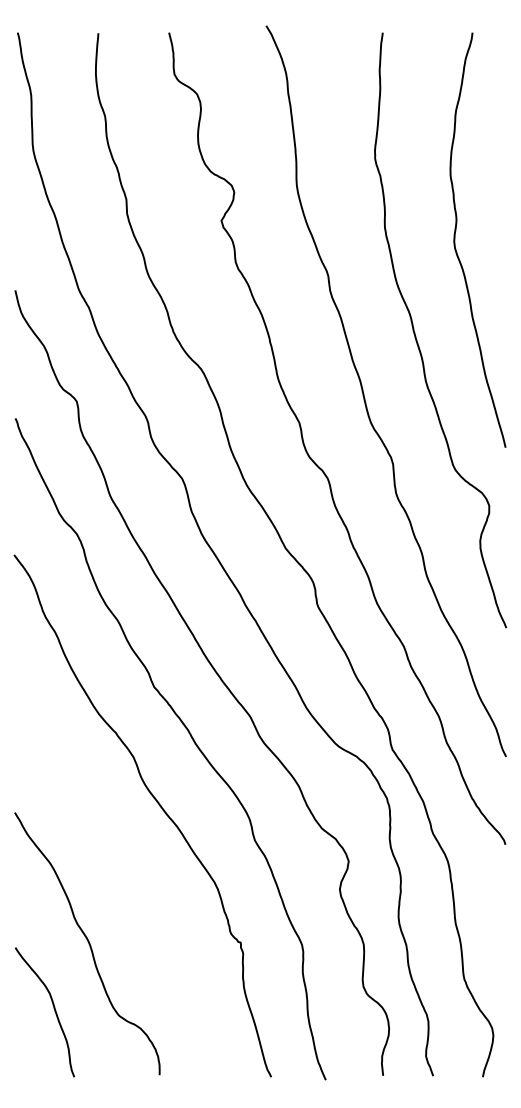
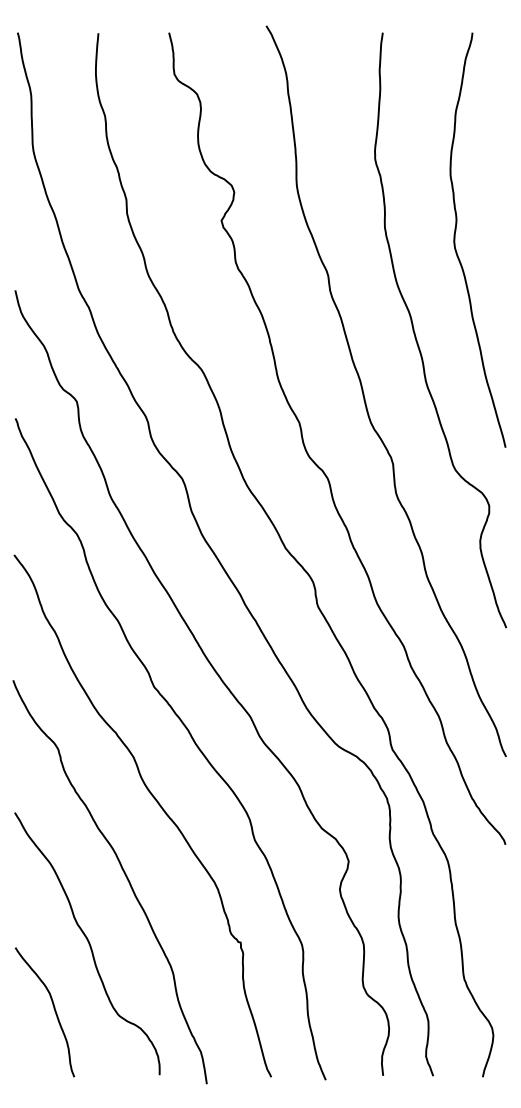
curve at (124, 874): none -> present
